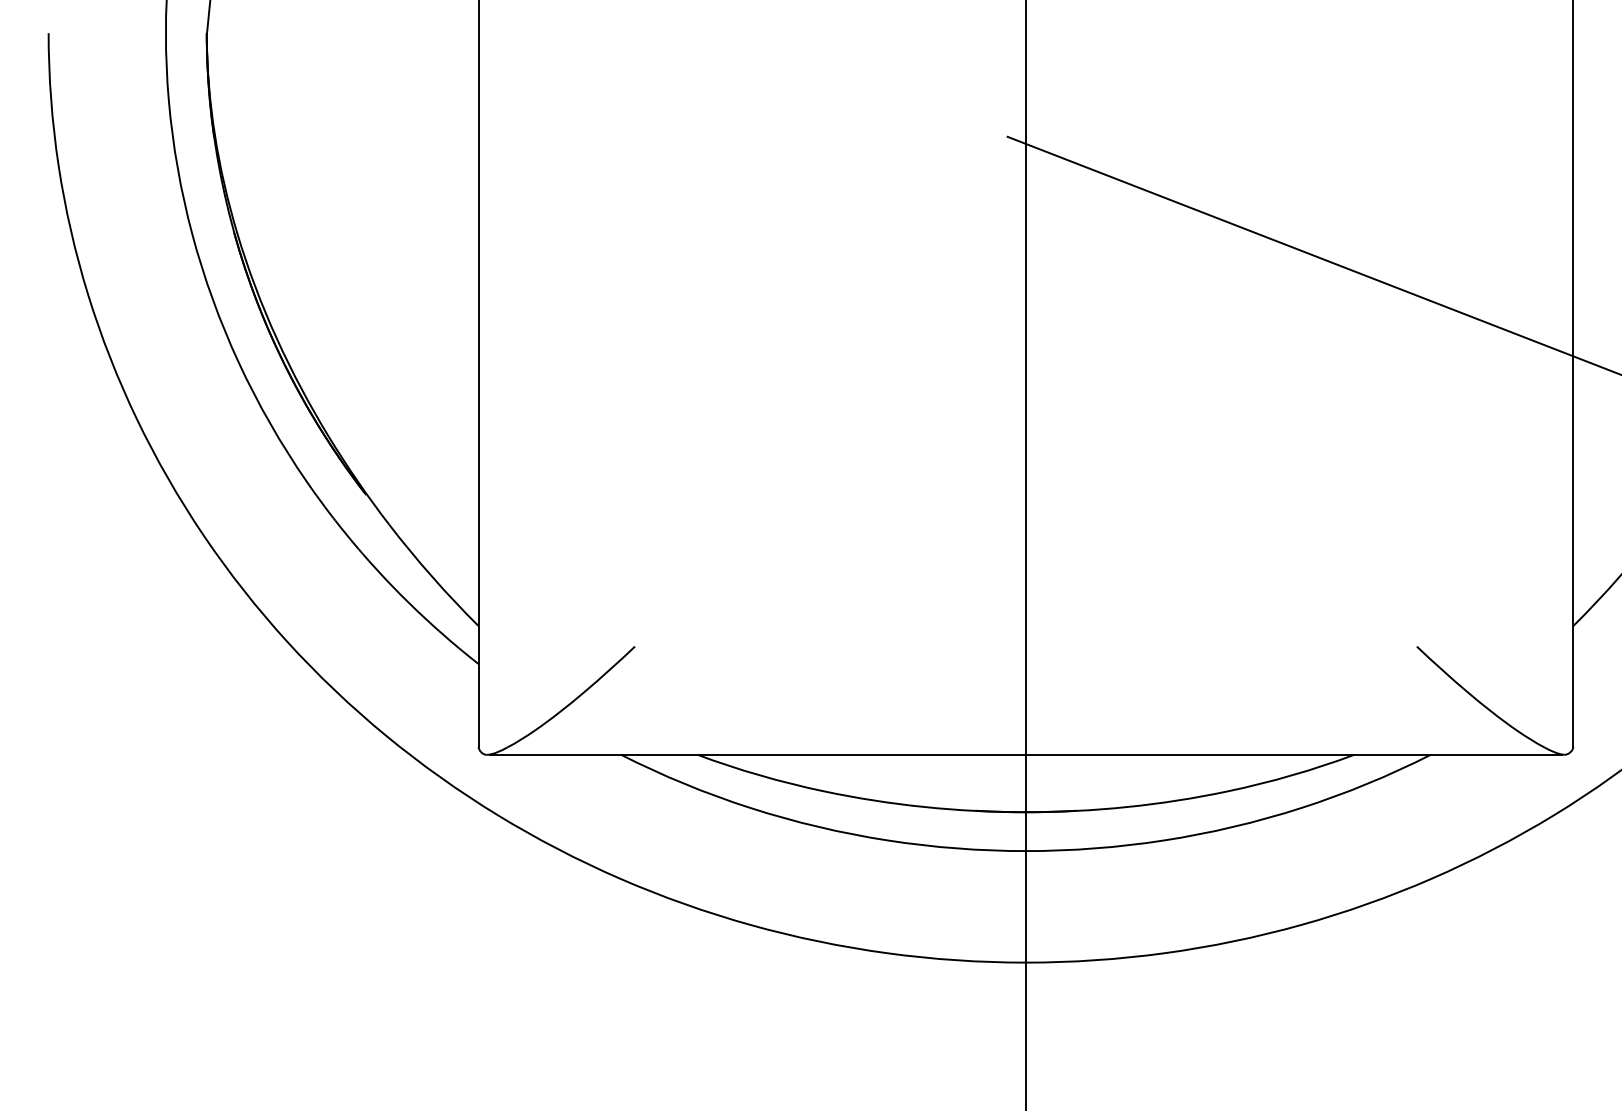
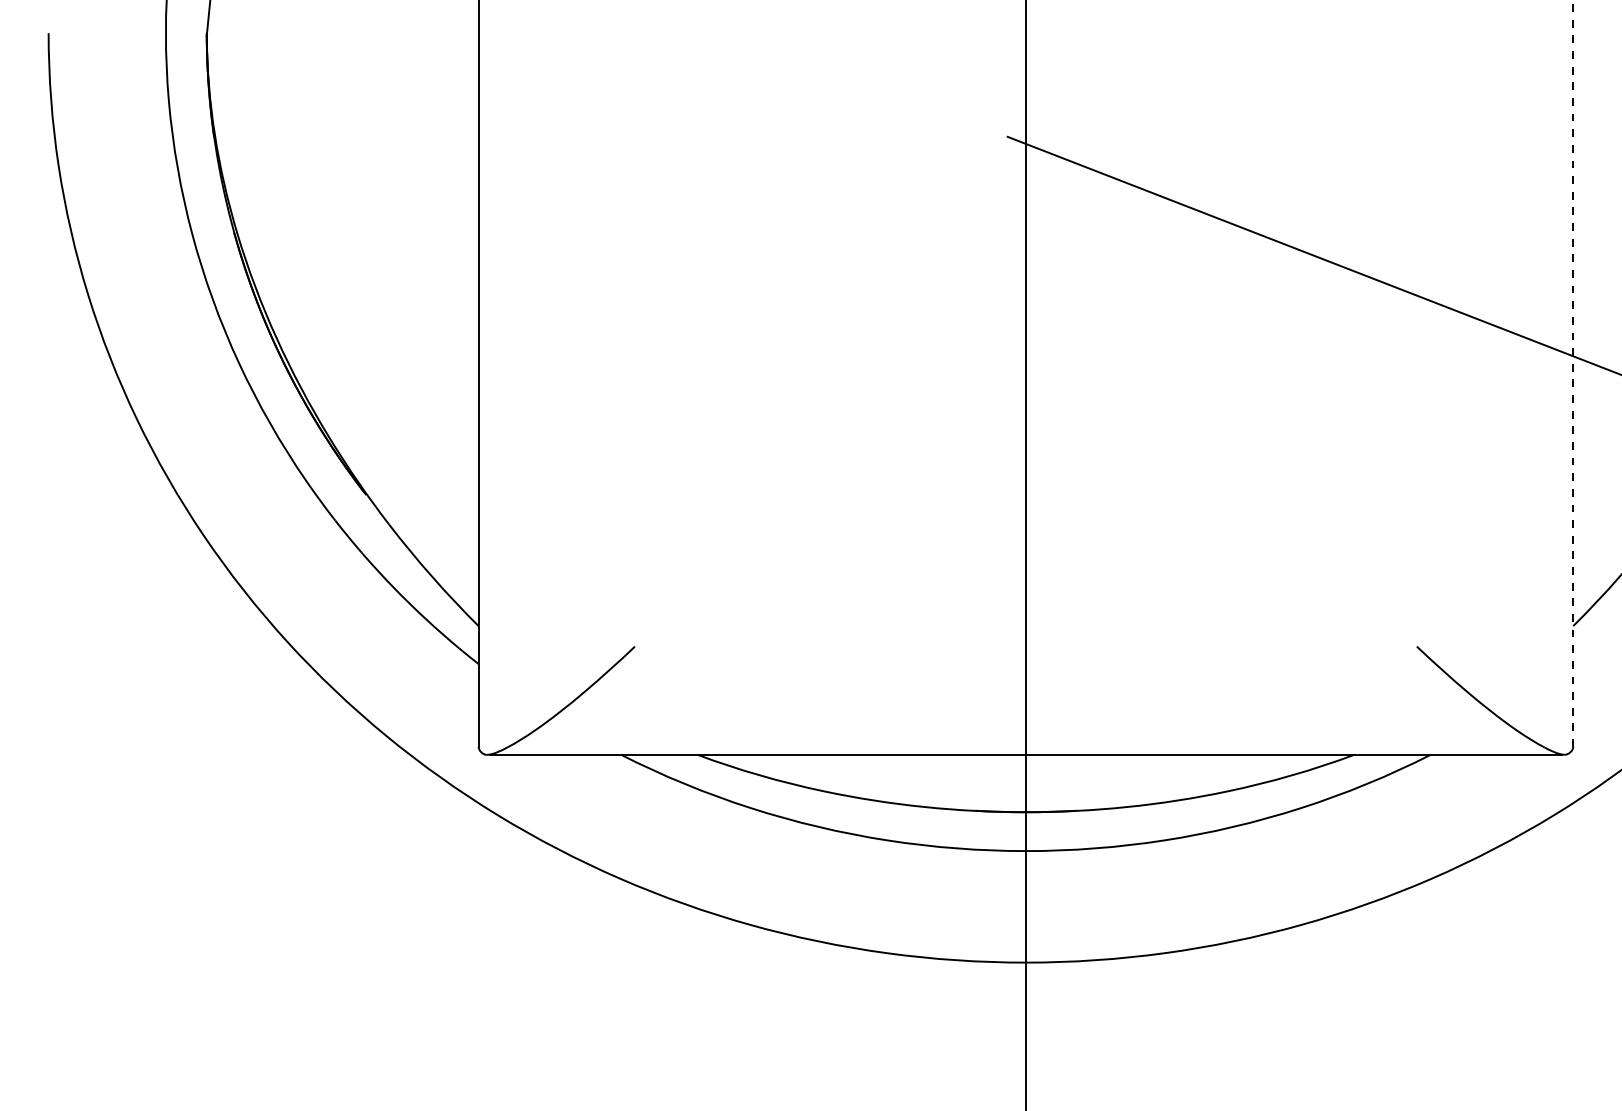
line at (1573, 373): solid -> dashed
